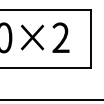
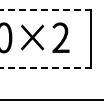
line at (45, 9): solid -> dashed
line at (45, 68): solid -> dashed
